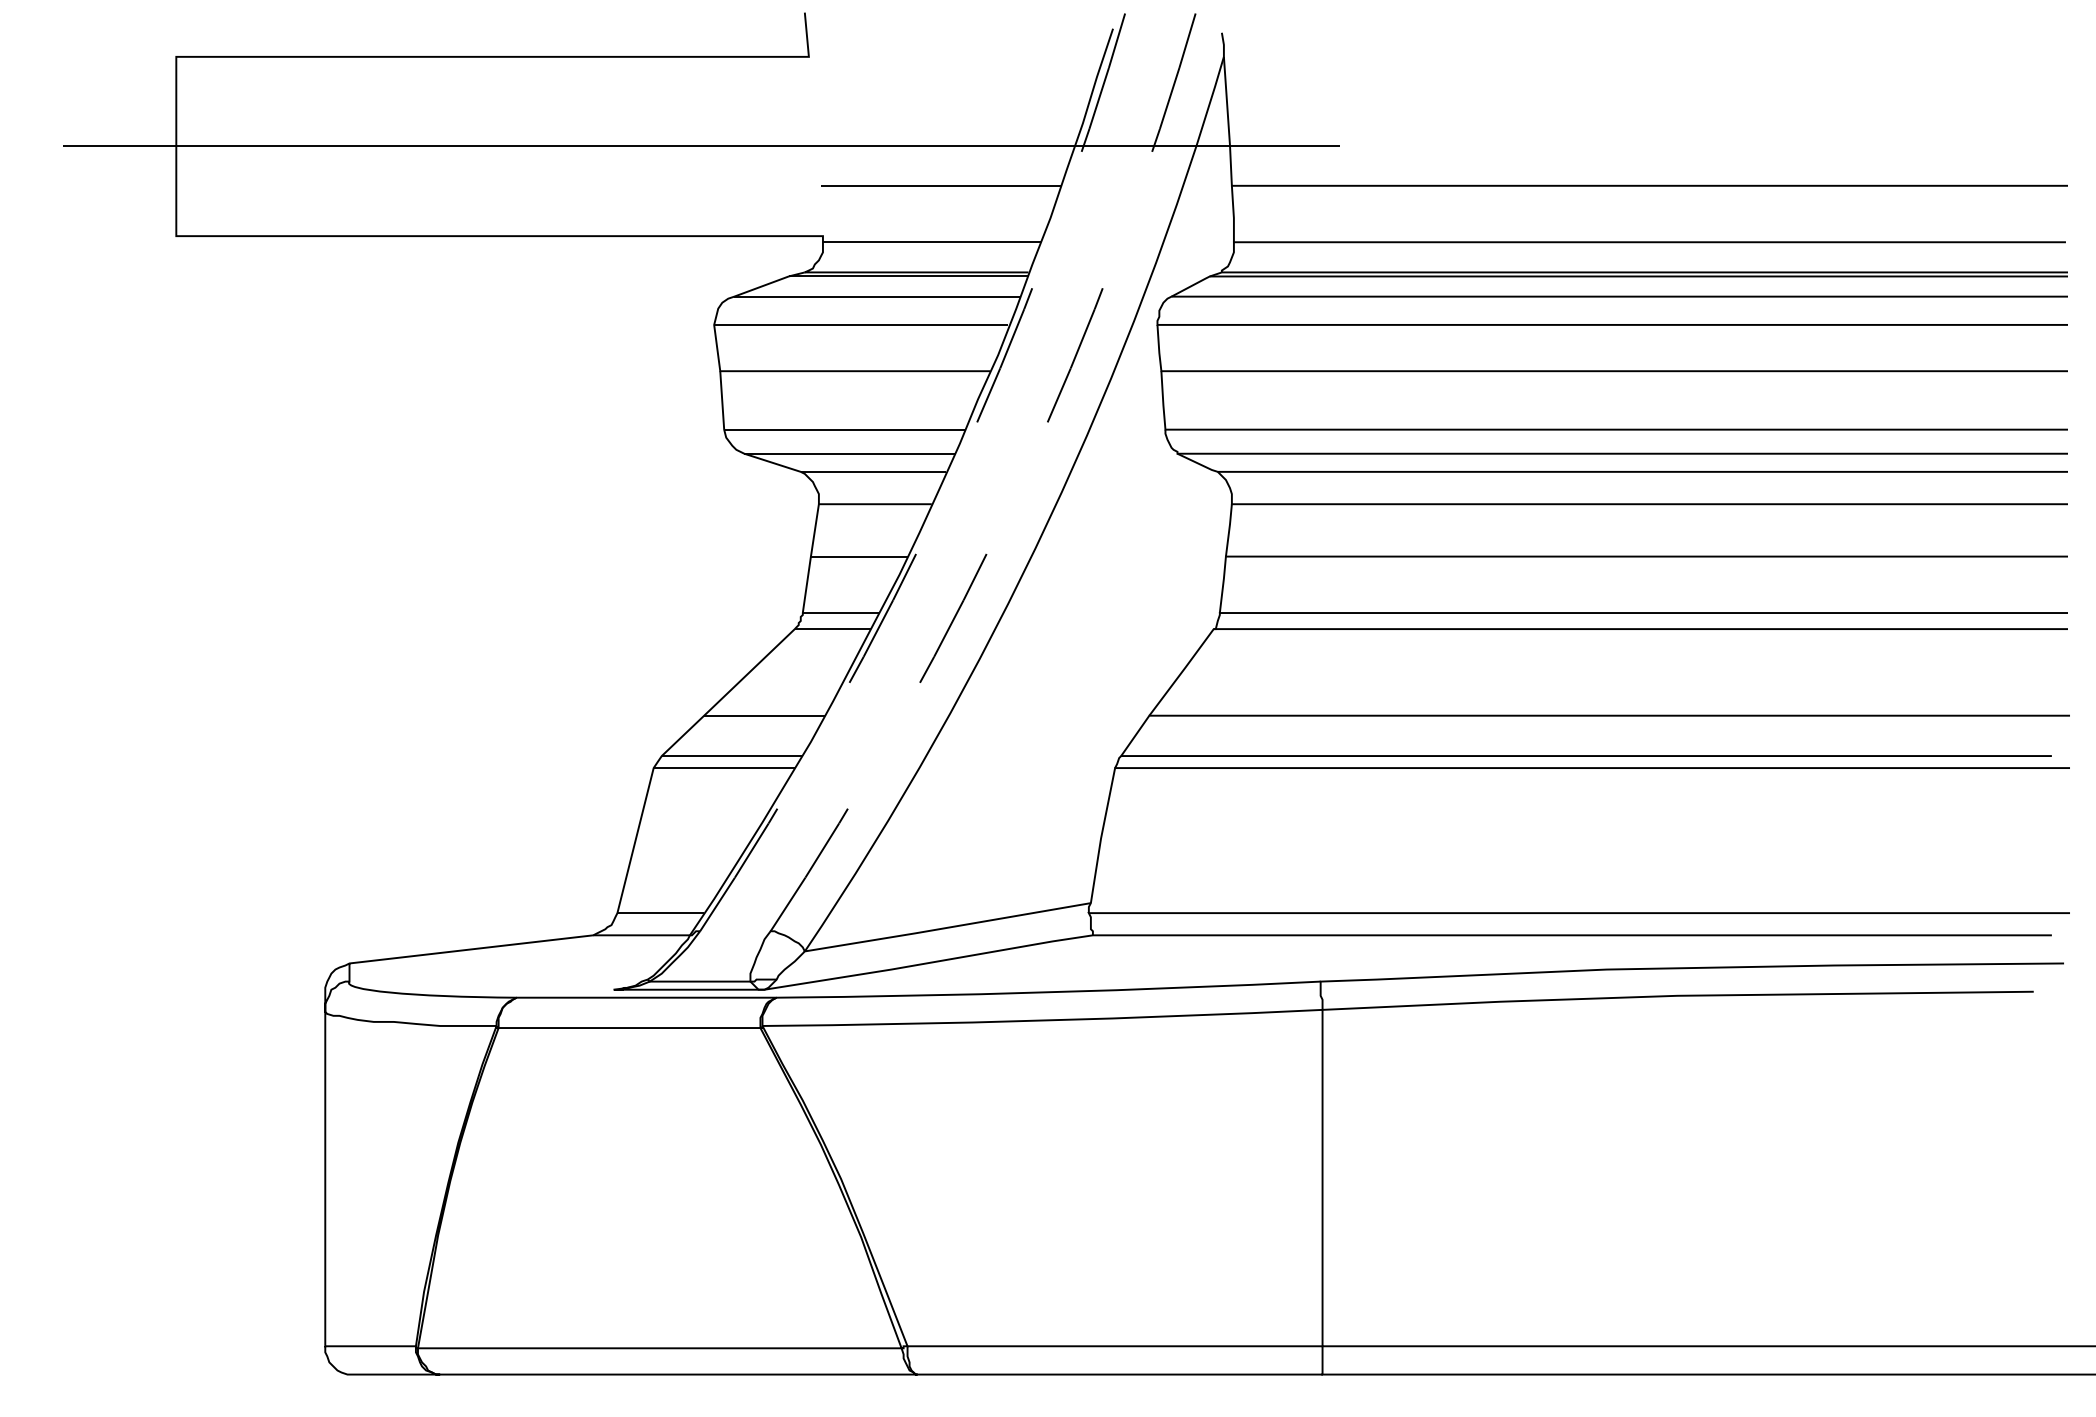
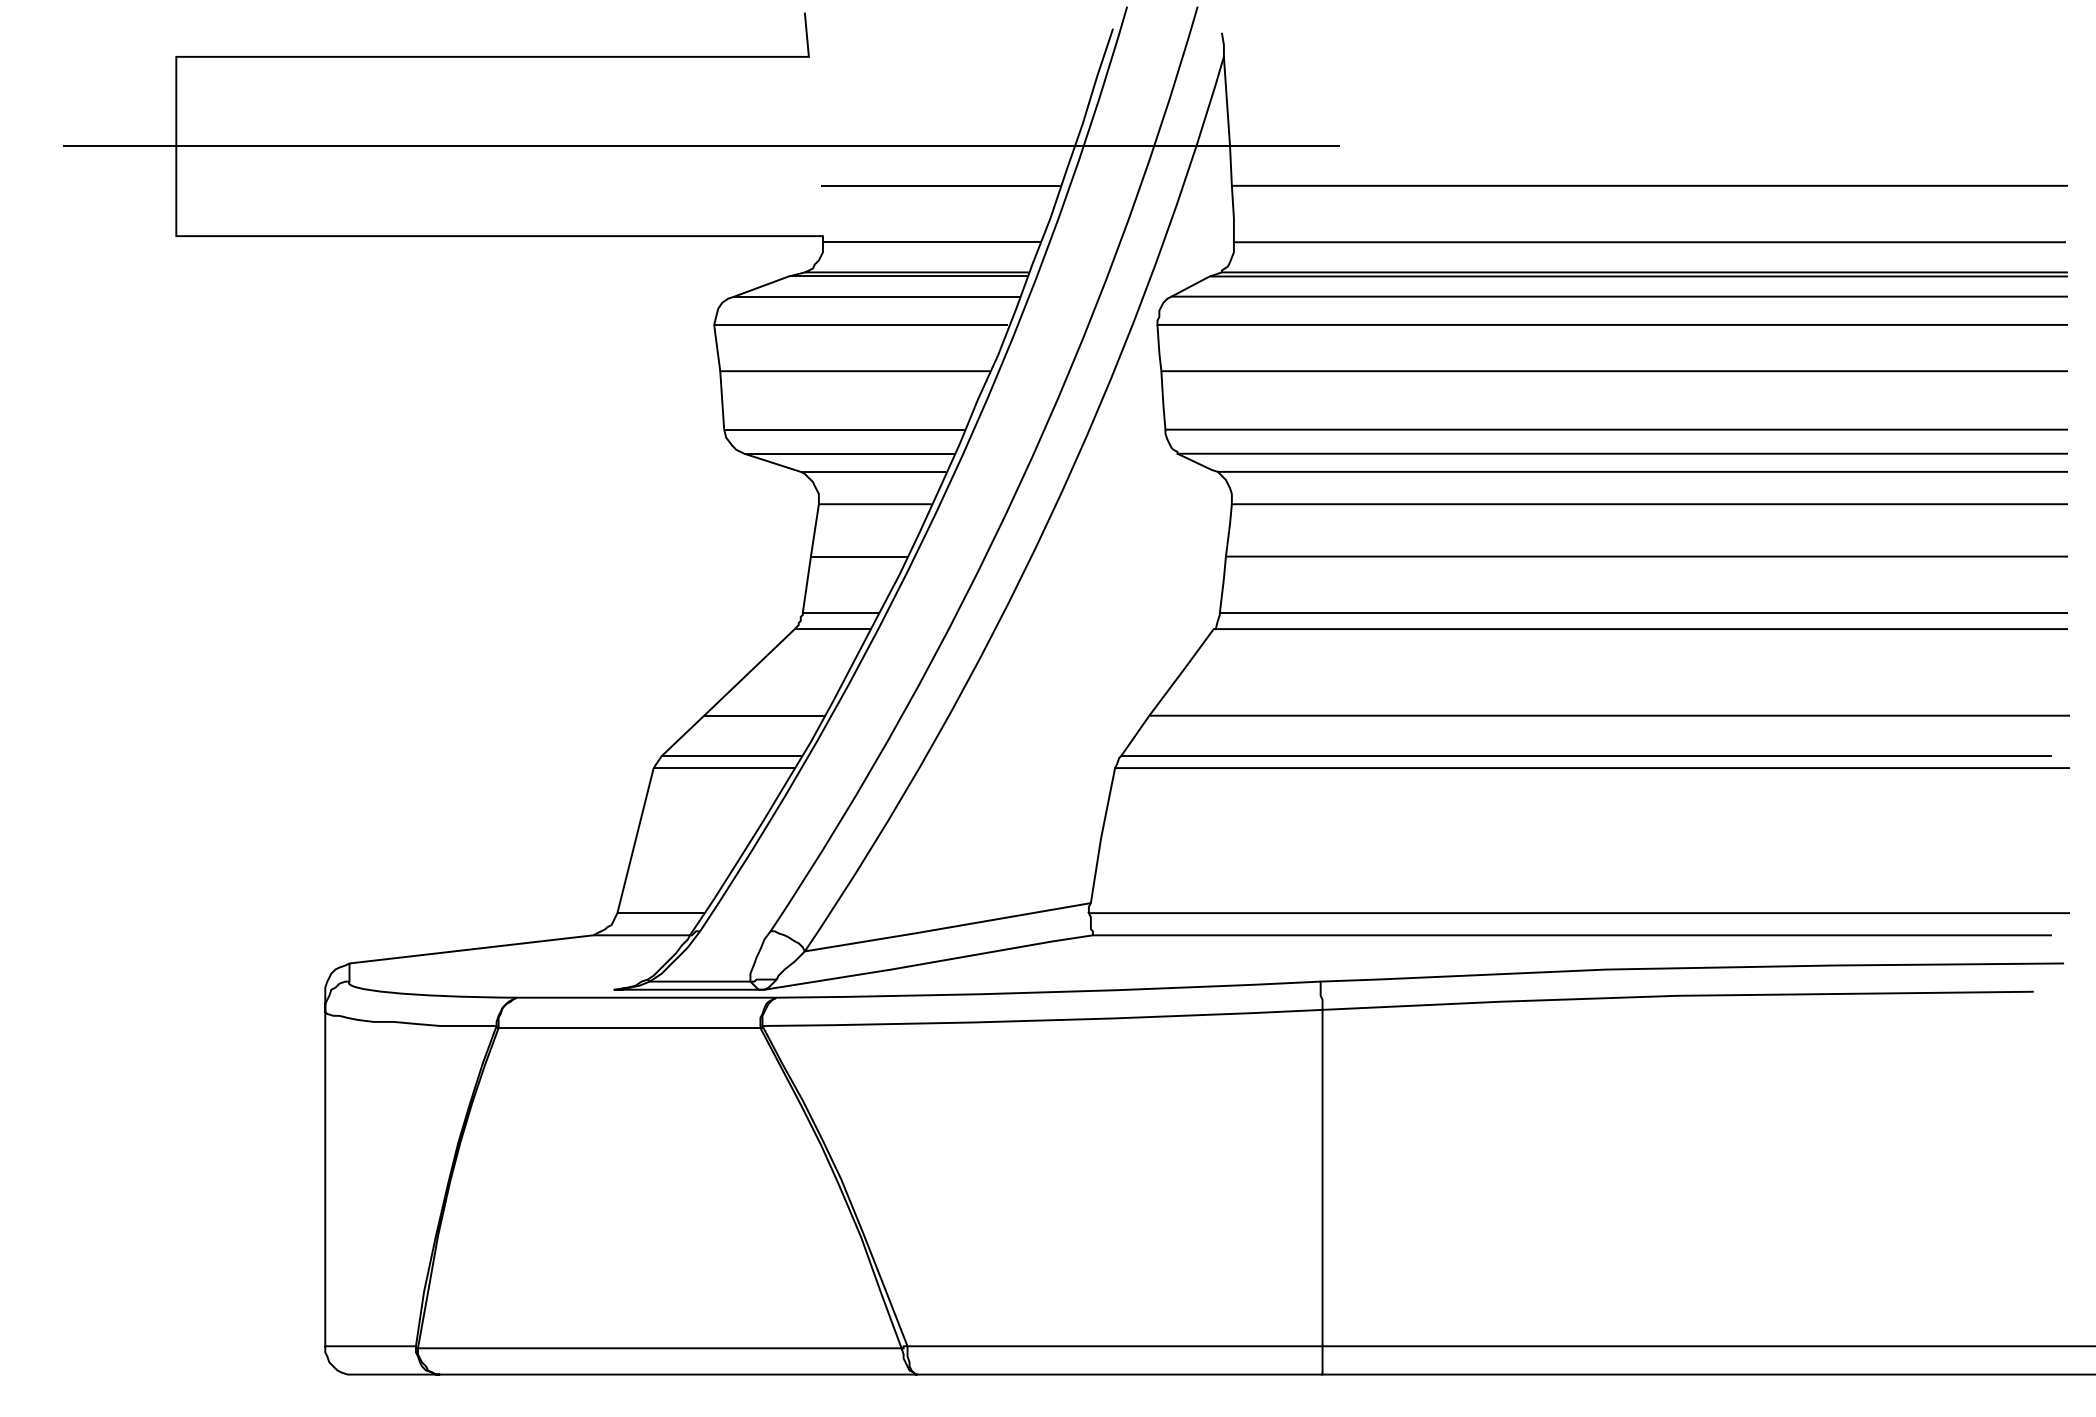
arc at (948, 485): dashed -> solid
arc at (1019, 485): dashed -> solid
